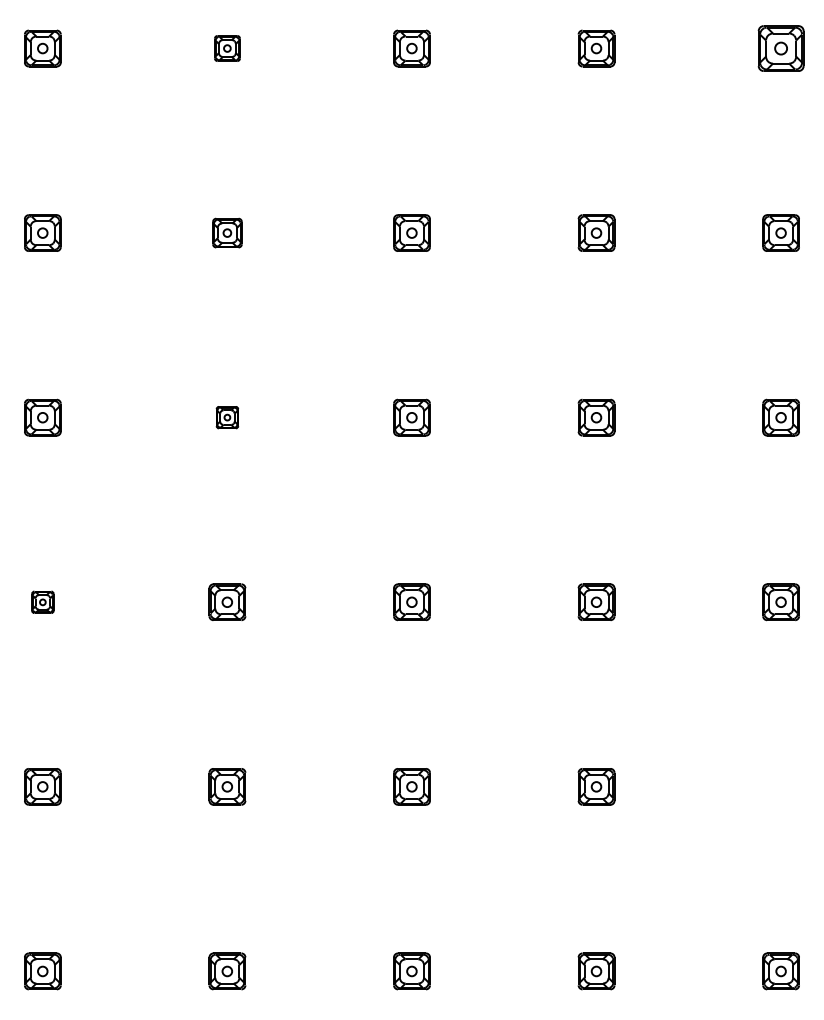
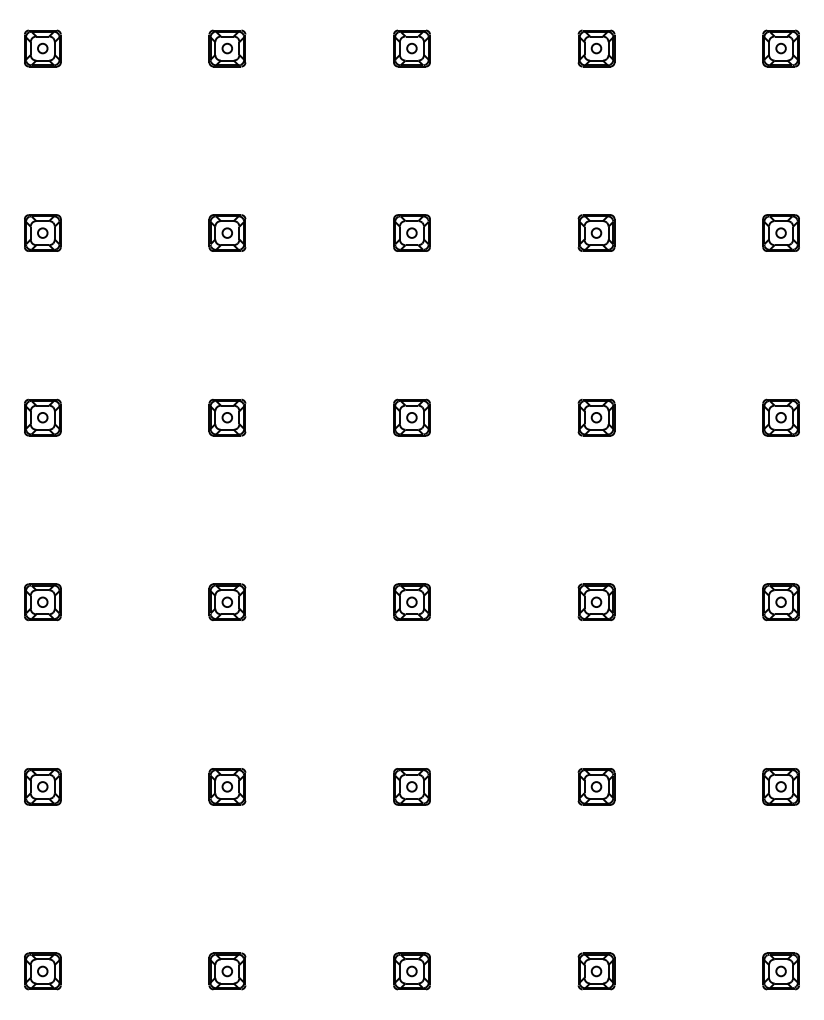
part at (227, 48) size: 27x27 px -> 39x39 px
part at (780, 48) size: 48x47 px -> 38x39 px
part at (227, 232) size: 31x32 px -> 39x38 px
part at (227, 417) size: 25x24 px -> 39x39 px
part at (42, 601) size: 24x24 px -> 38x39 px
part at (780, 786): none -> present
